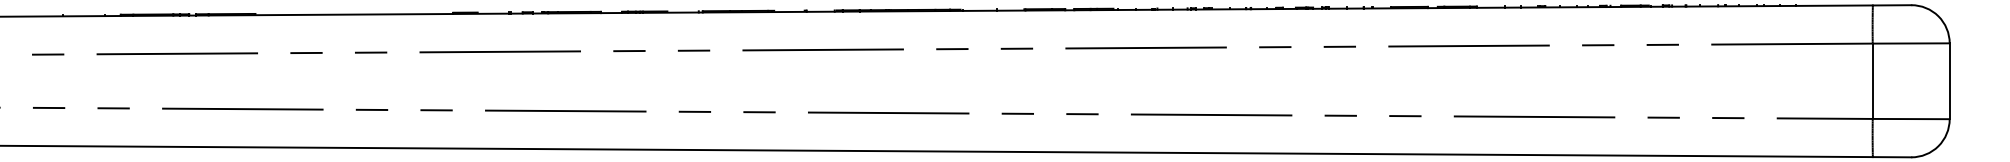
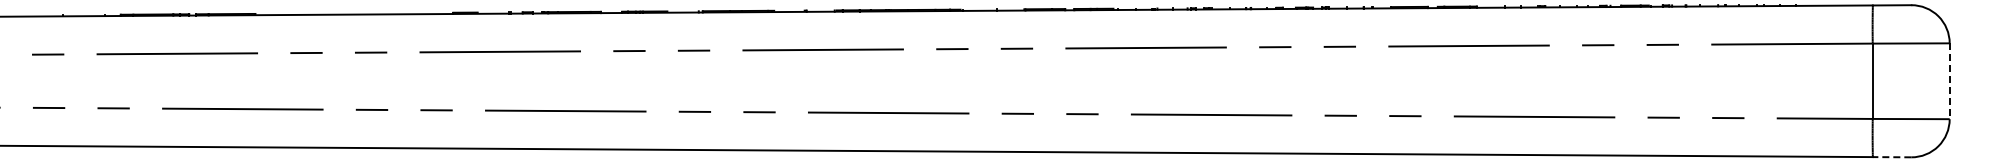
line at (1949, 81): solid -> dashed
line at (1891, 157): solid -> dashed
